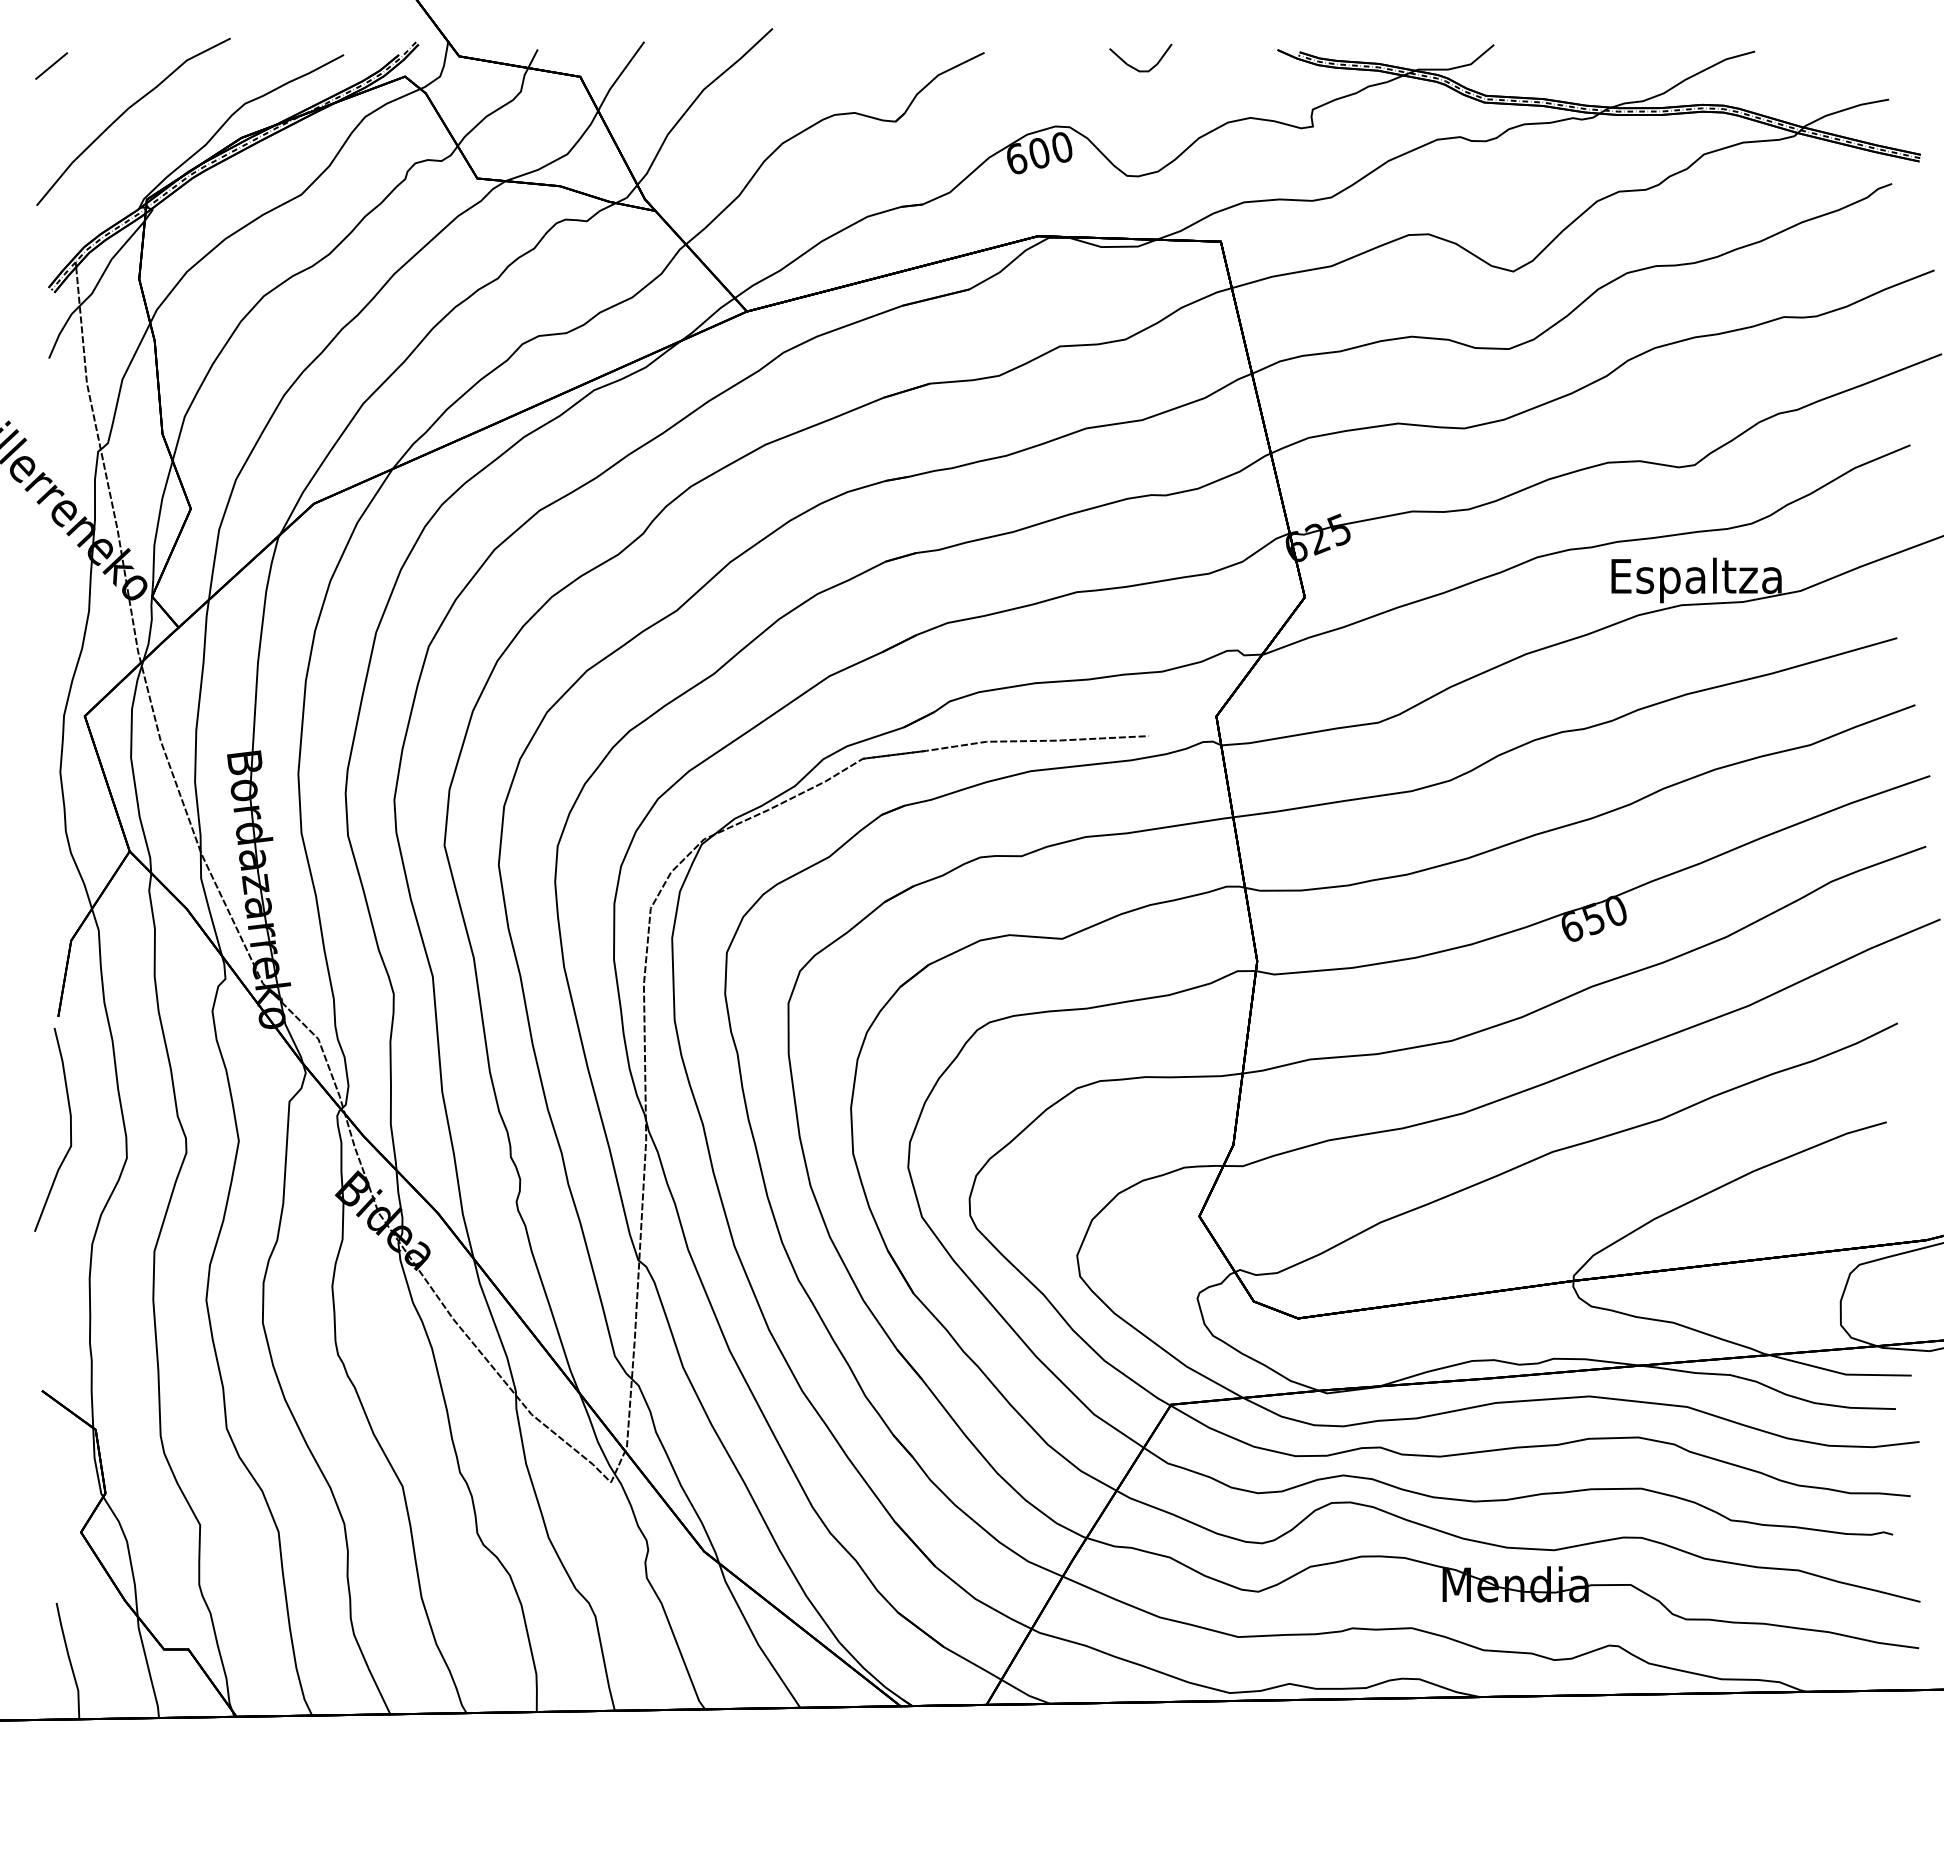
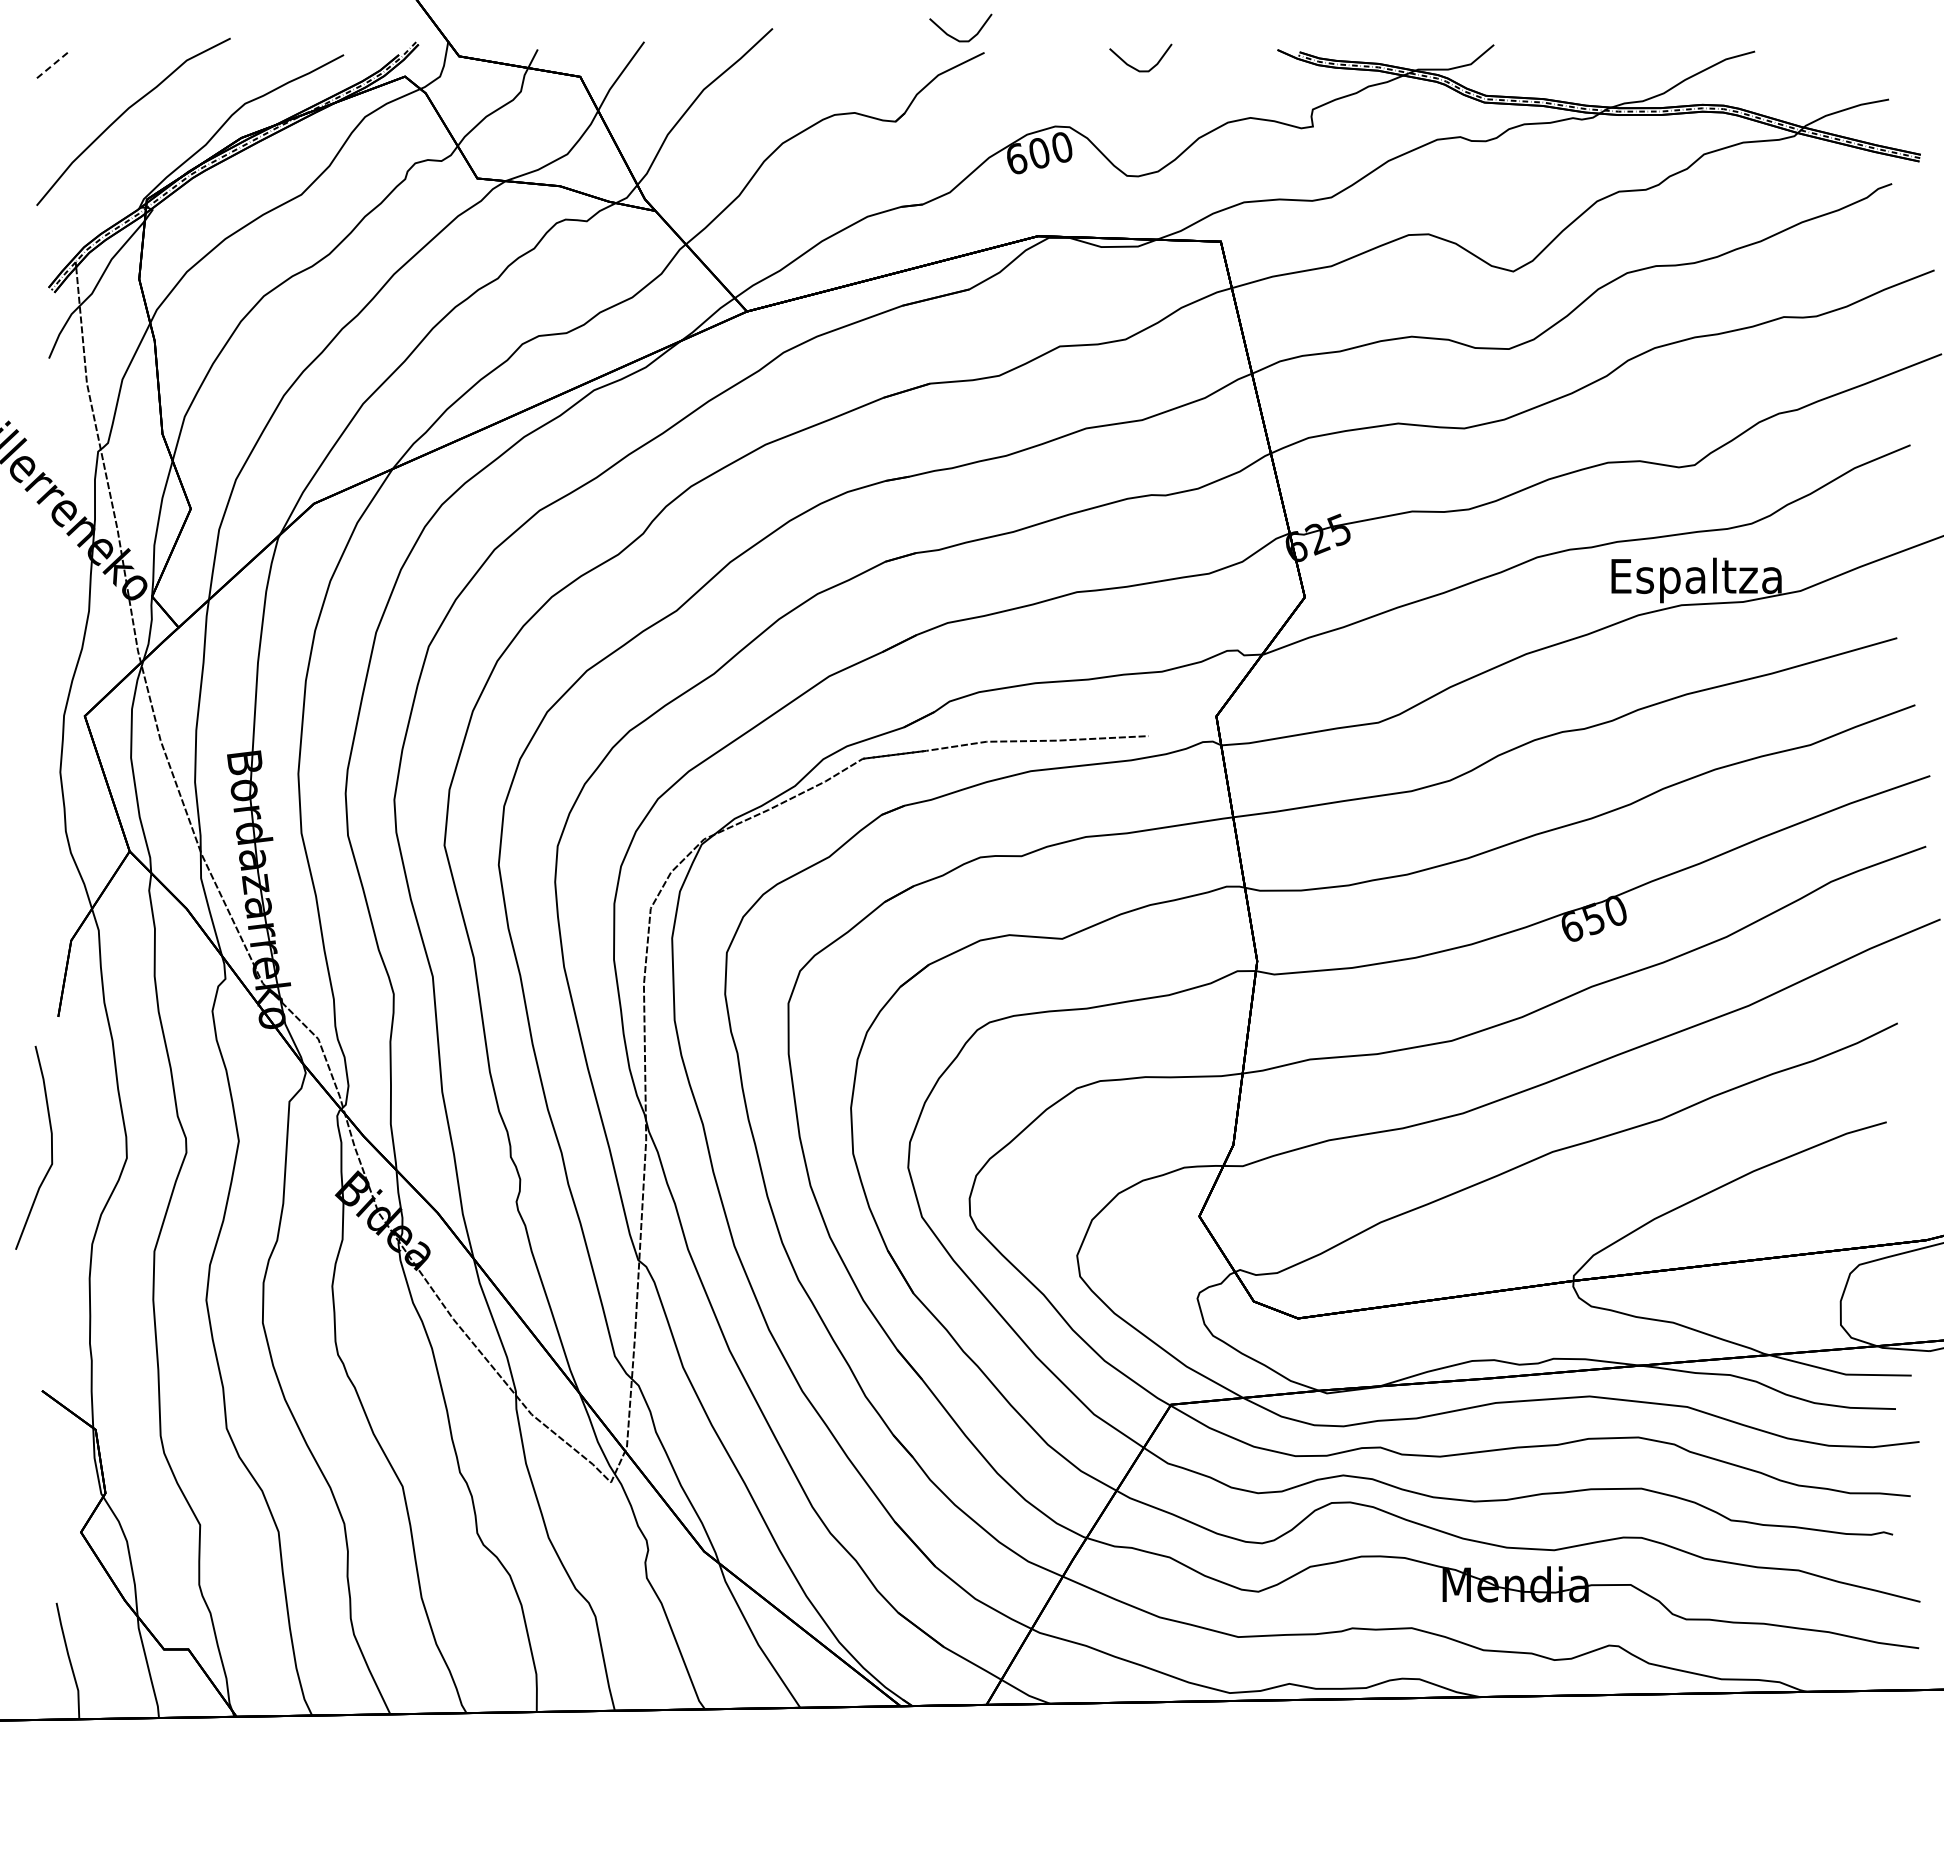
curve at (954, 37): none -> present
line at (51, 66): solid -> dashed
curve at (70, 1129) position: (70, 1129) -> (51, 1147)
